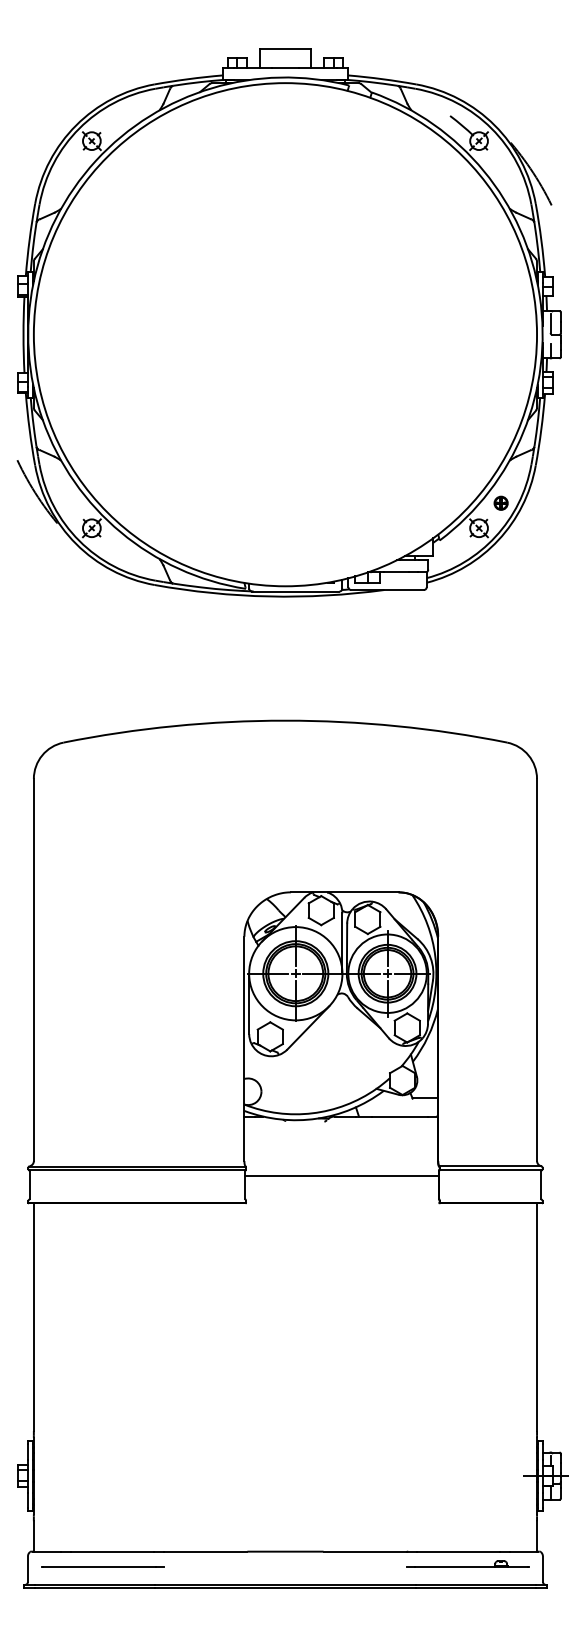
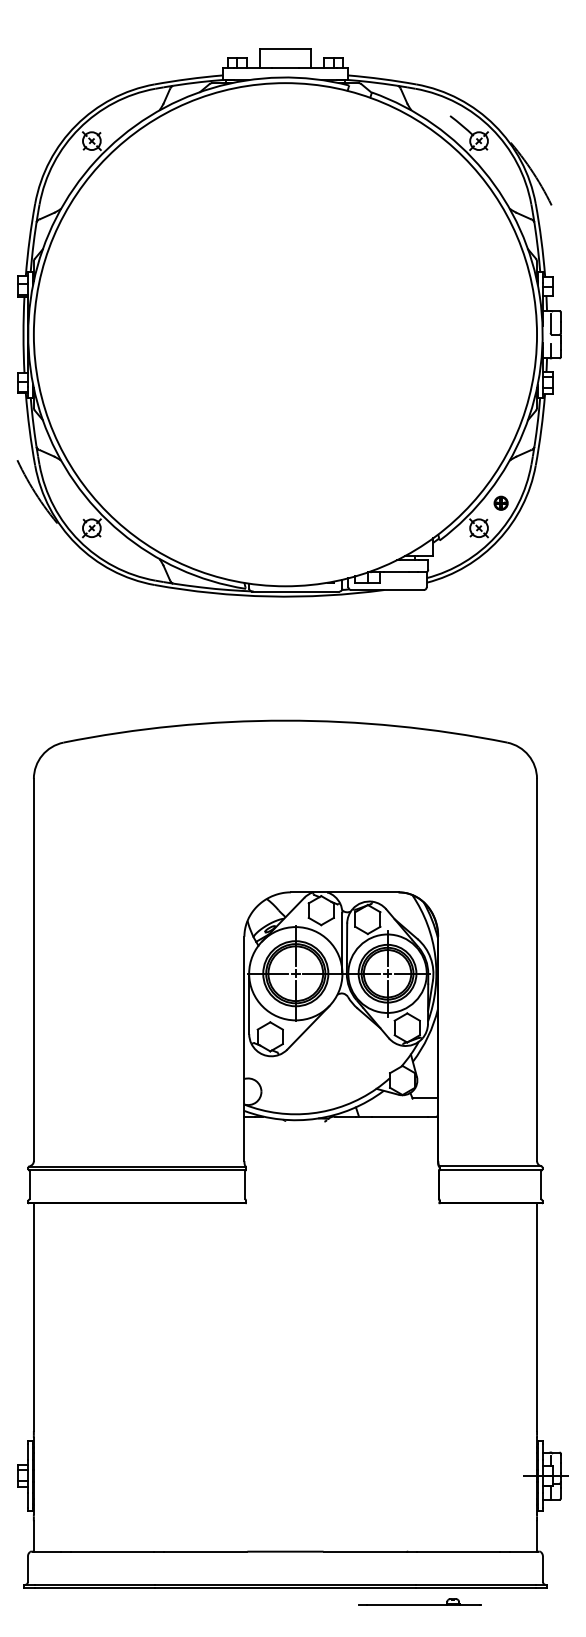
line at (342, 1176): present -> none
part at (467, 1563) position: (467, 1563) -> (419, 1601)
line at (102, 1566): present -> none
